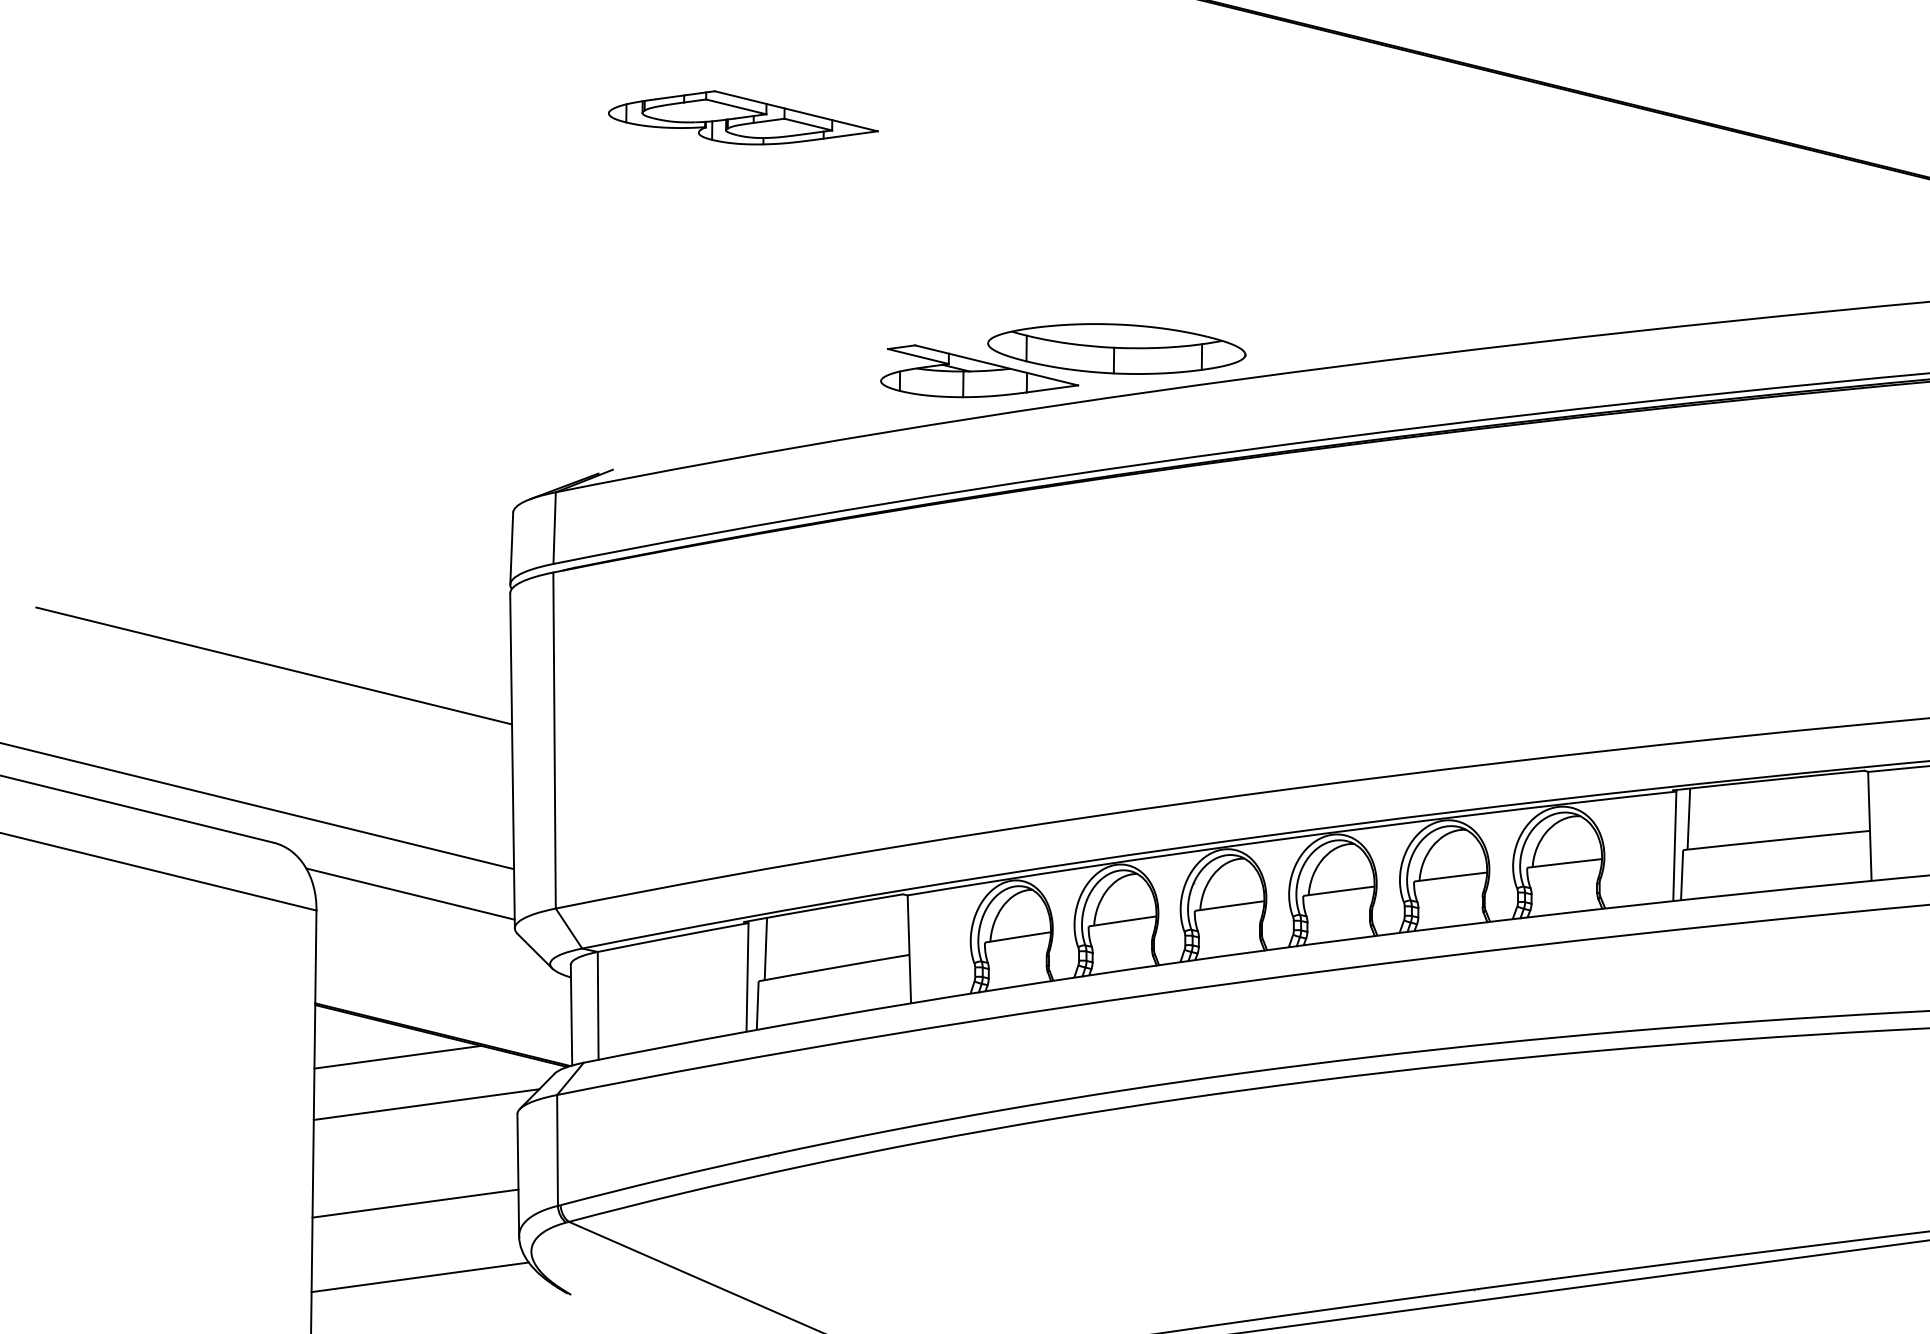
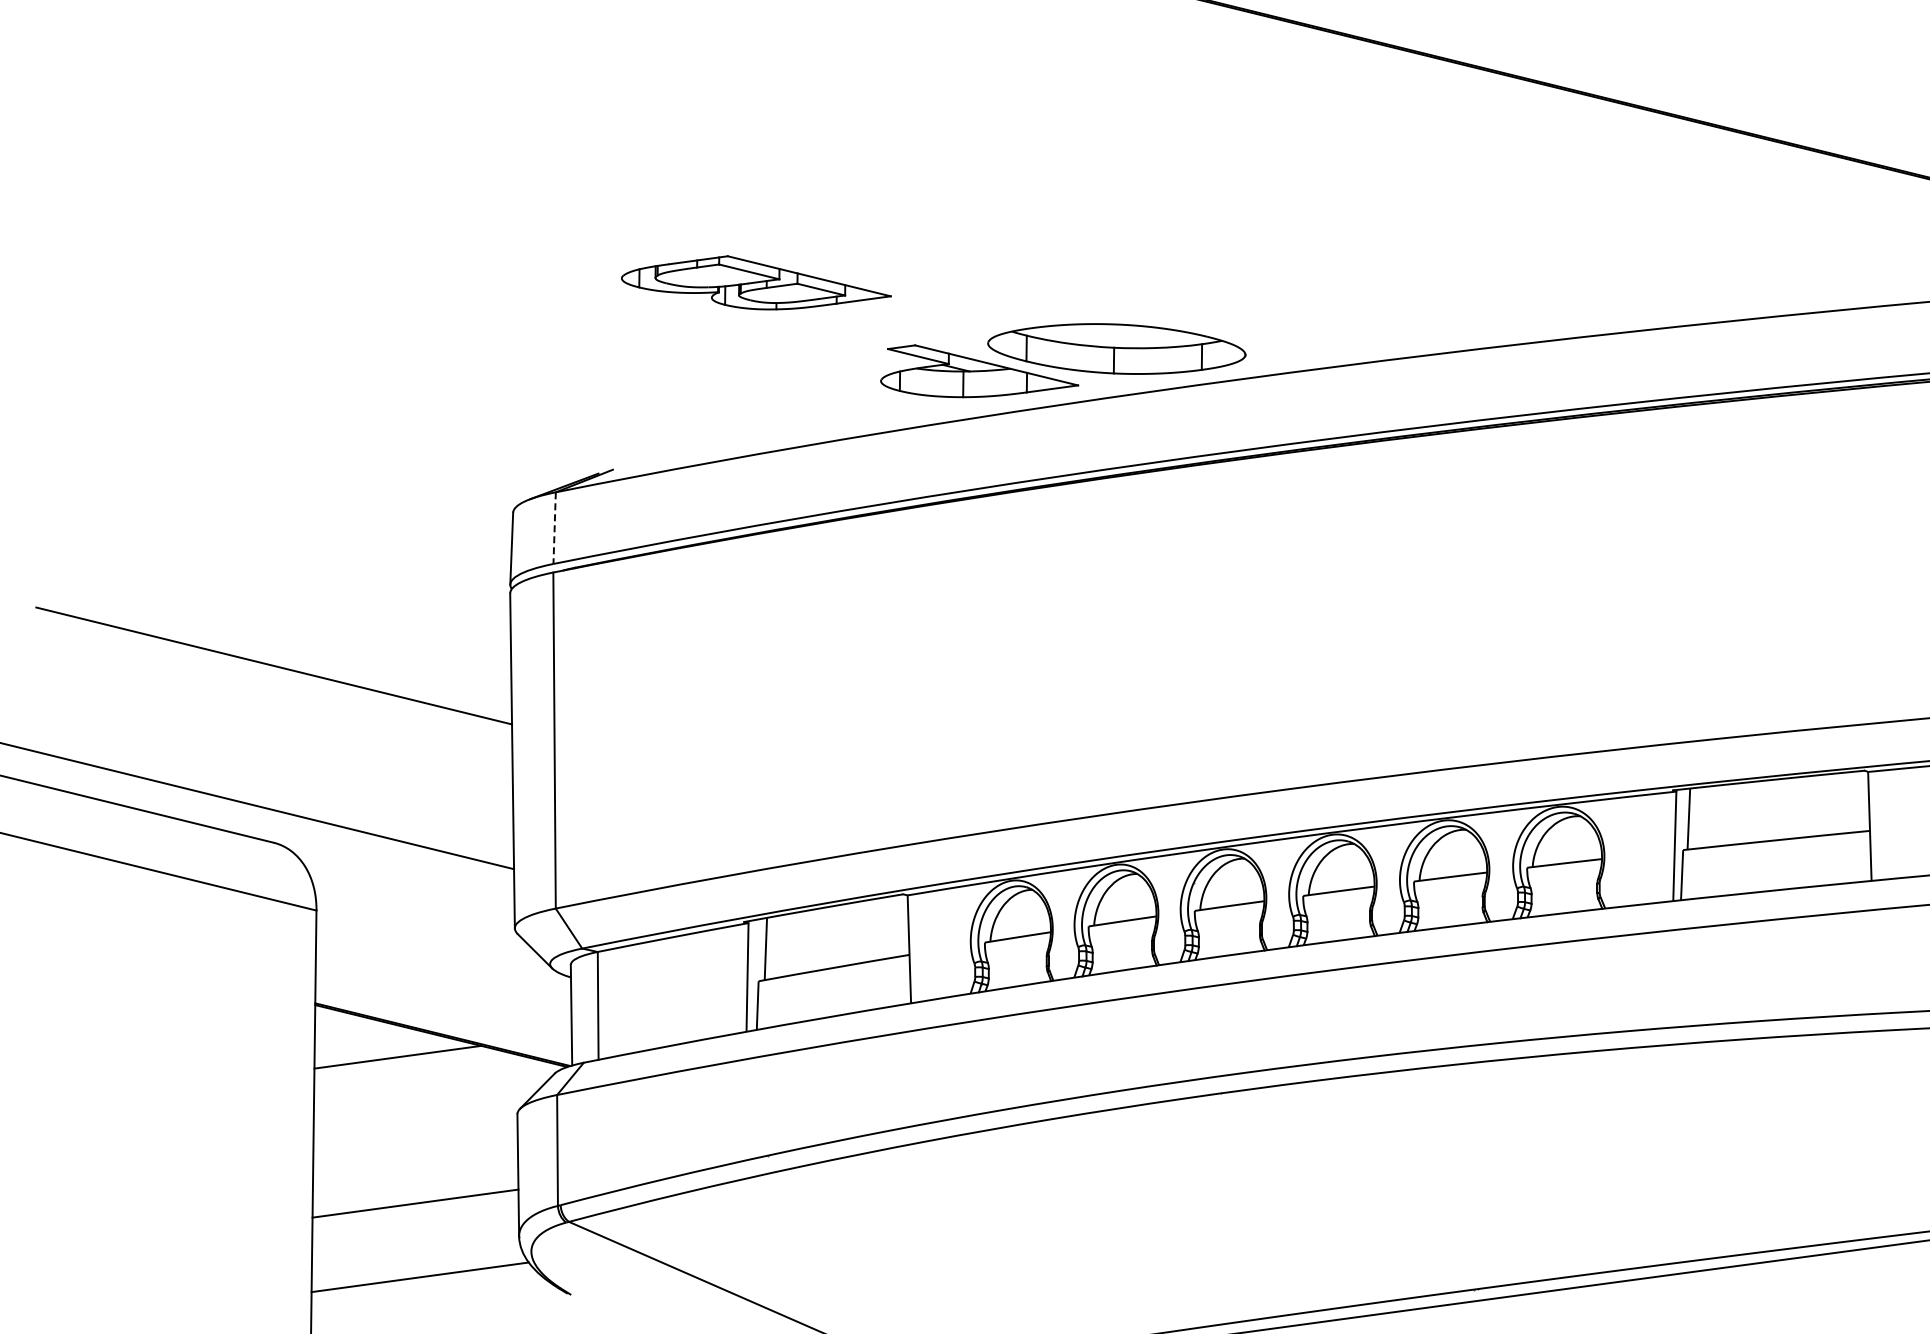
part at (743, 117) position: (743, 117) -> (756, 282)
line at (554, 528): solid -> dashed
line at (410, 893): present -> none
line at (426, 1104): present -> none
